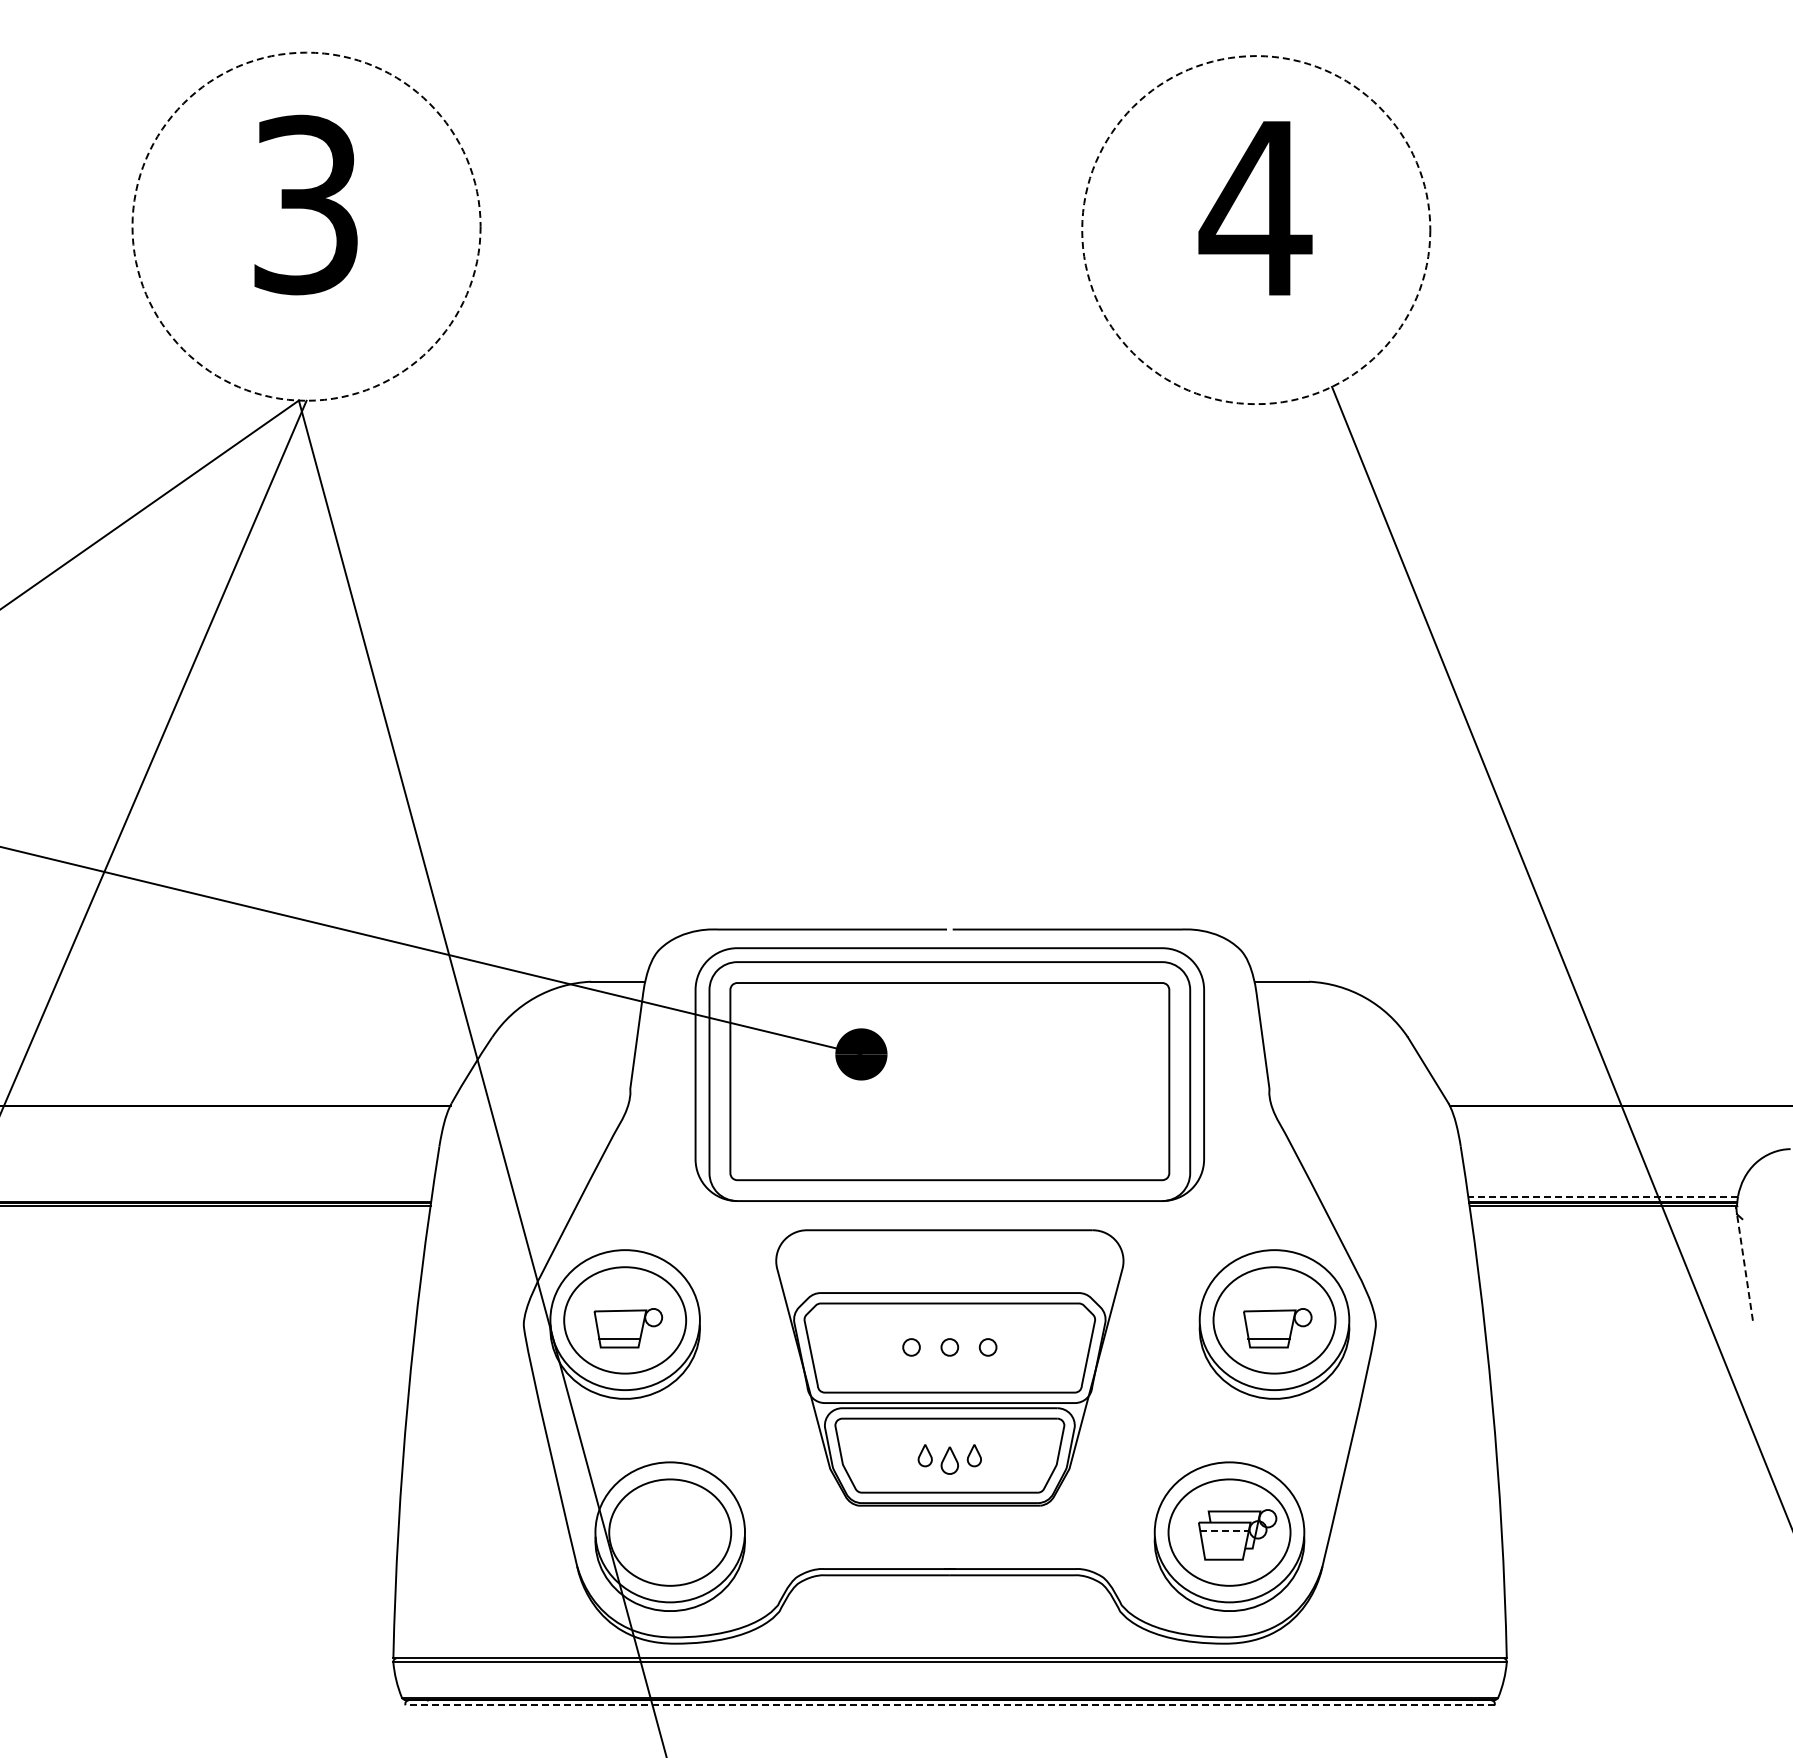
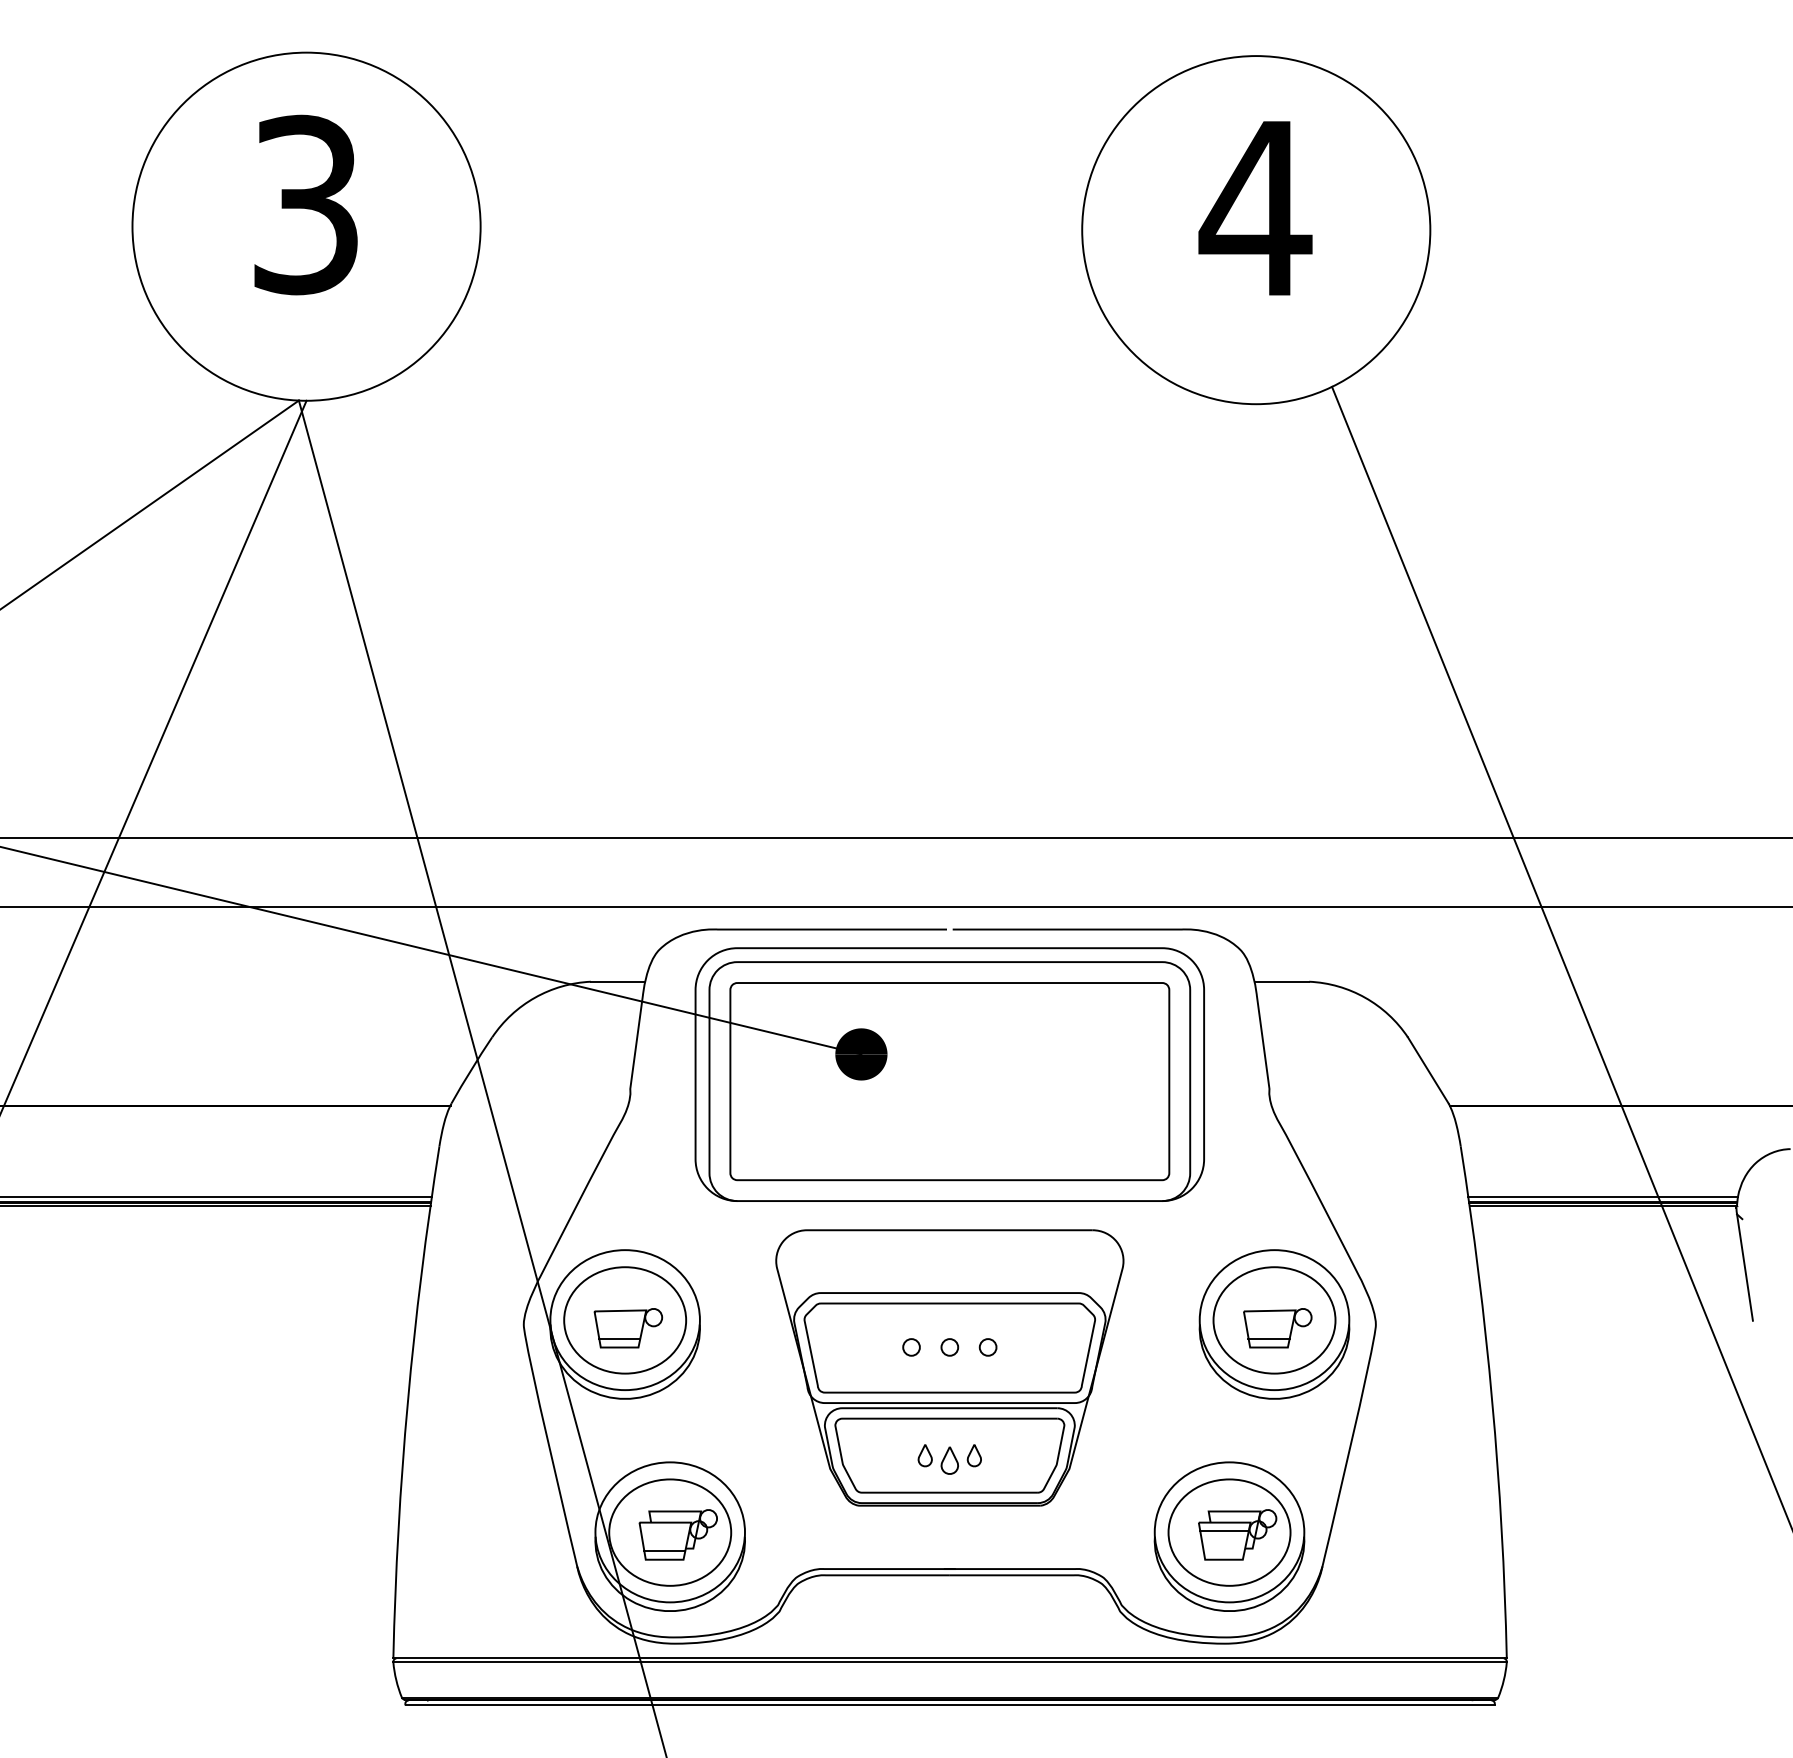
circle at (306, 226): dashed -> solid
circle at (1256, 230): dashed -> solid
line at (895, 837): none -> present
line at (895, 907): none -> present
line at (216, 1196): none -> present
line at (1603, 1196): dashed -> solid
line at (1744, 1267): dashed -> solid
line at (1225, 1530): dashed -> solid
part at (677, 1534): none -> present
line at (950, 1705): dashed -> solid
